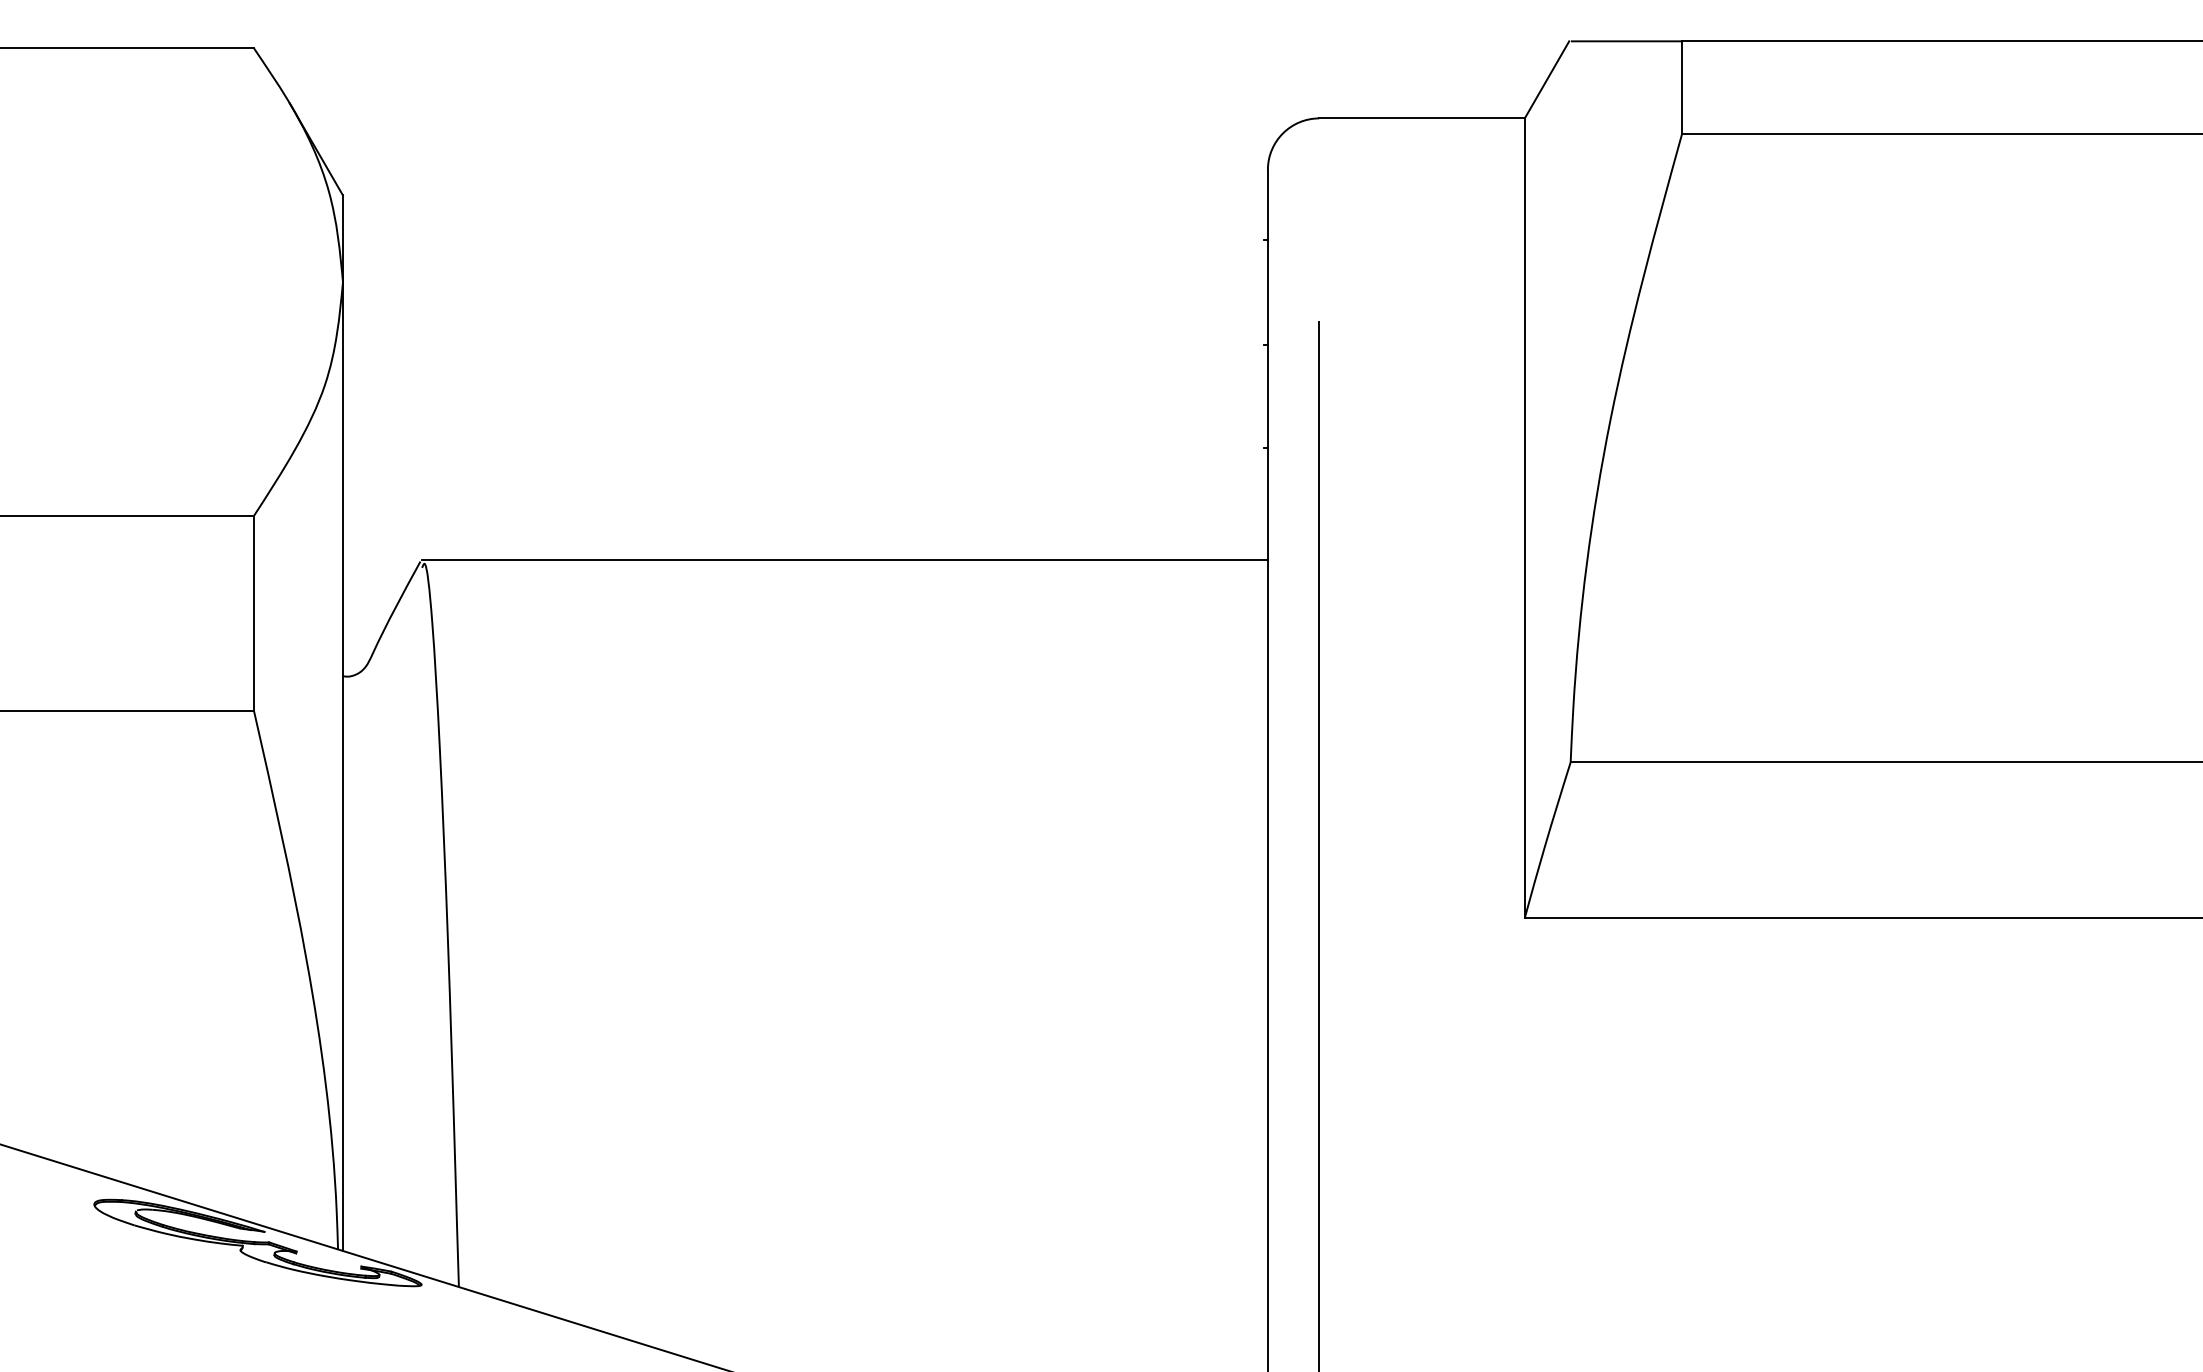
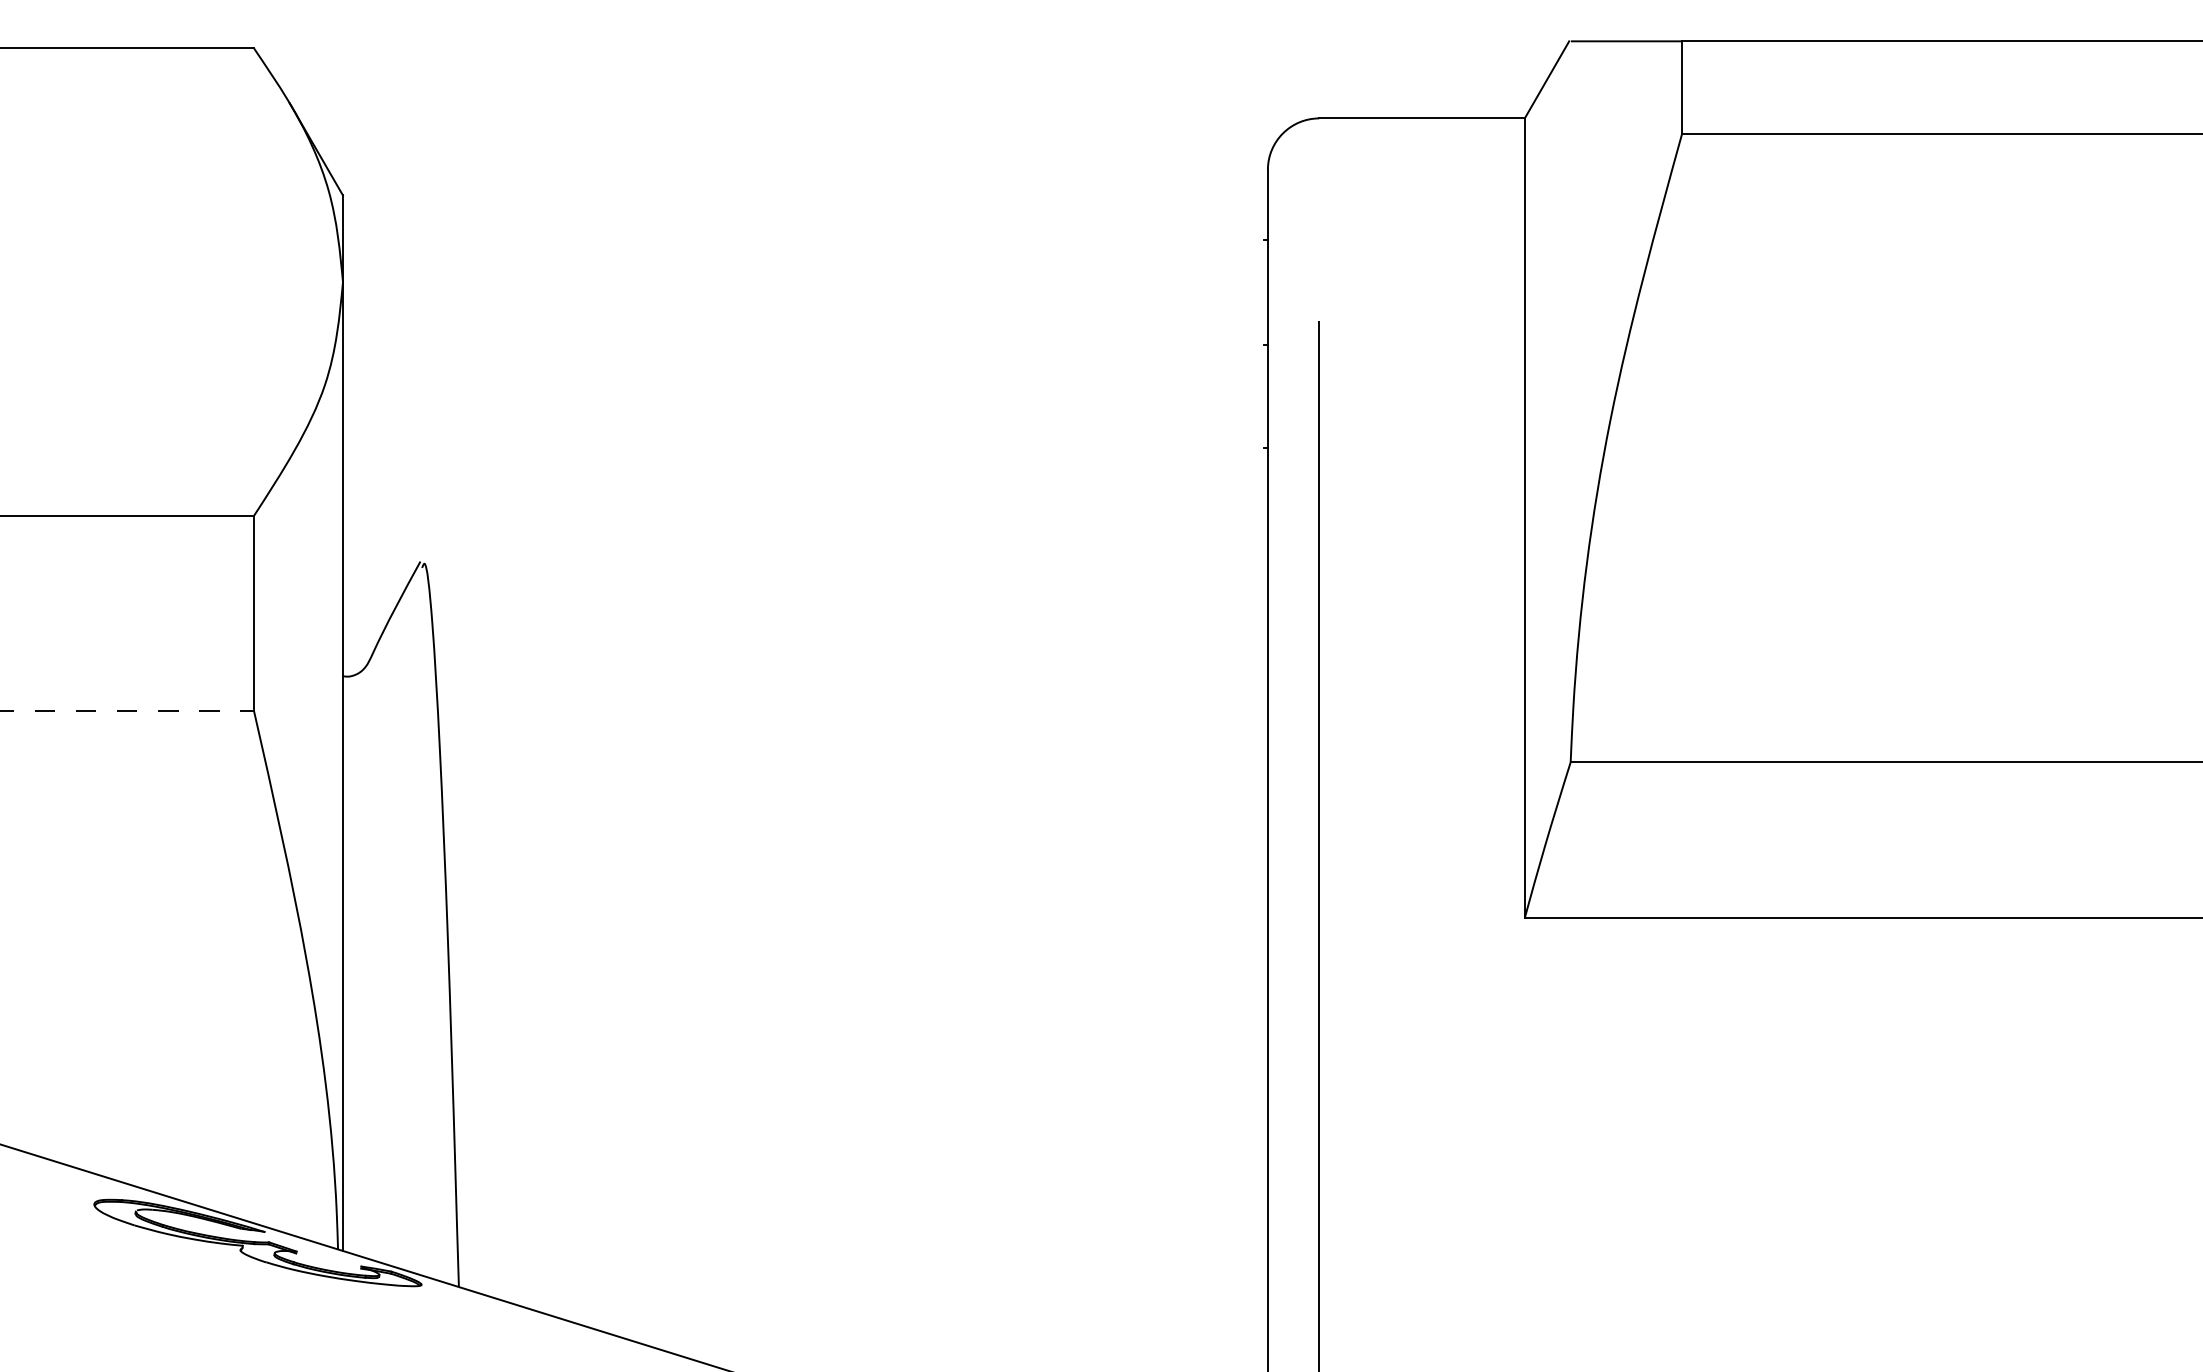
line at (844, 560): present -> none
line at (127, 710): solid -> dashed
